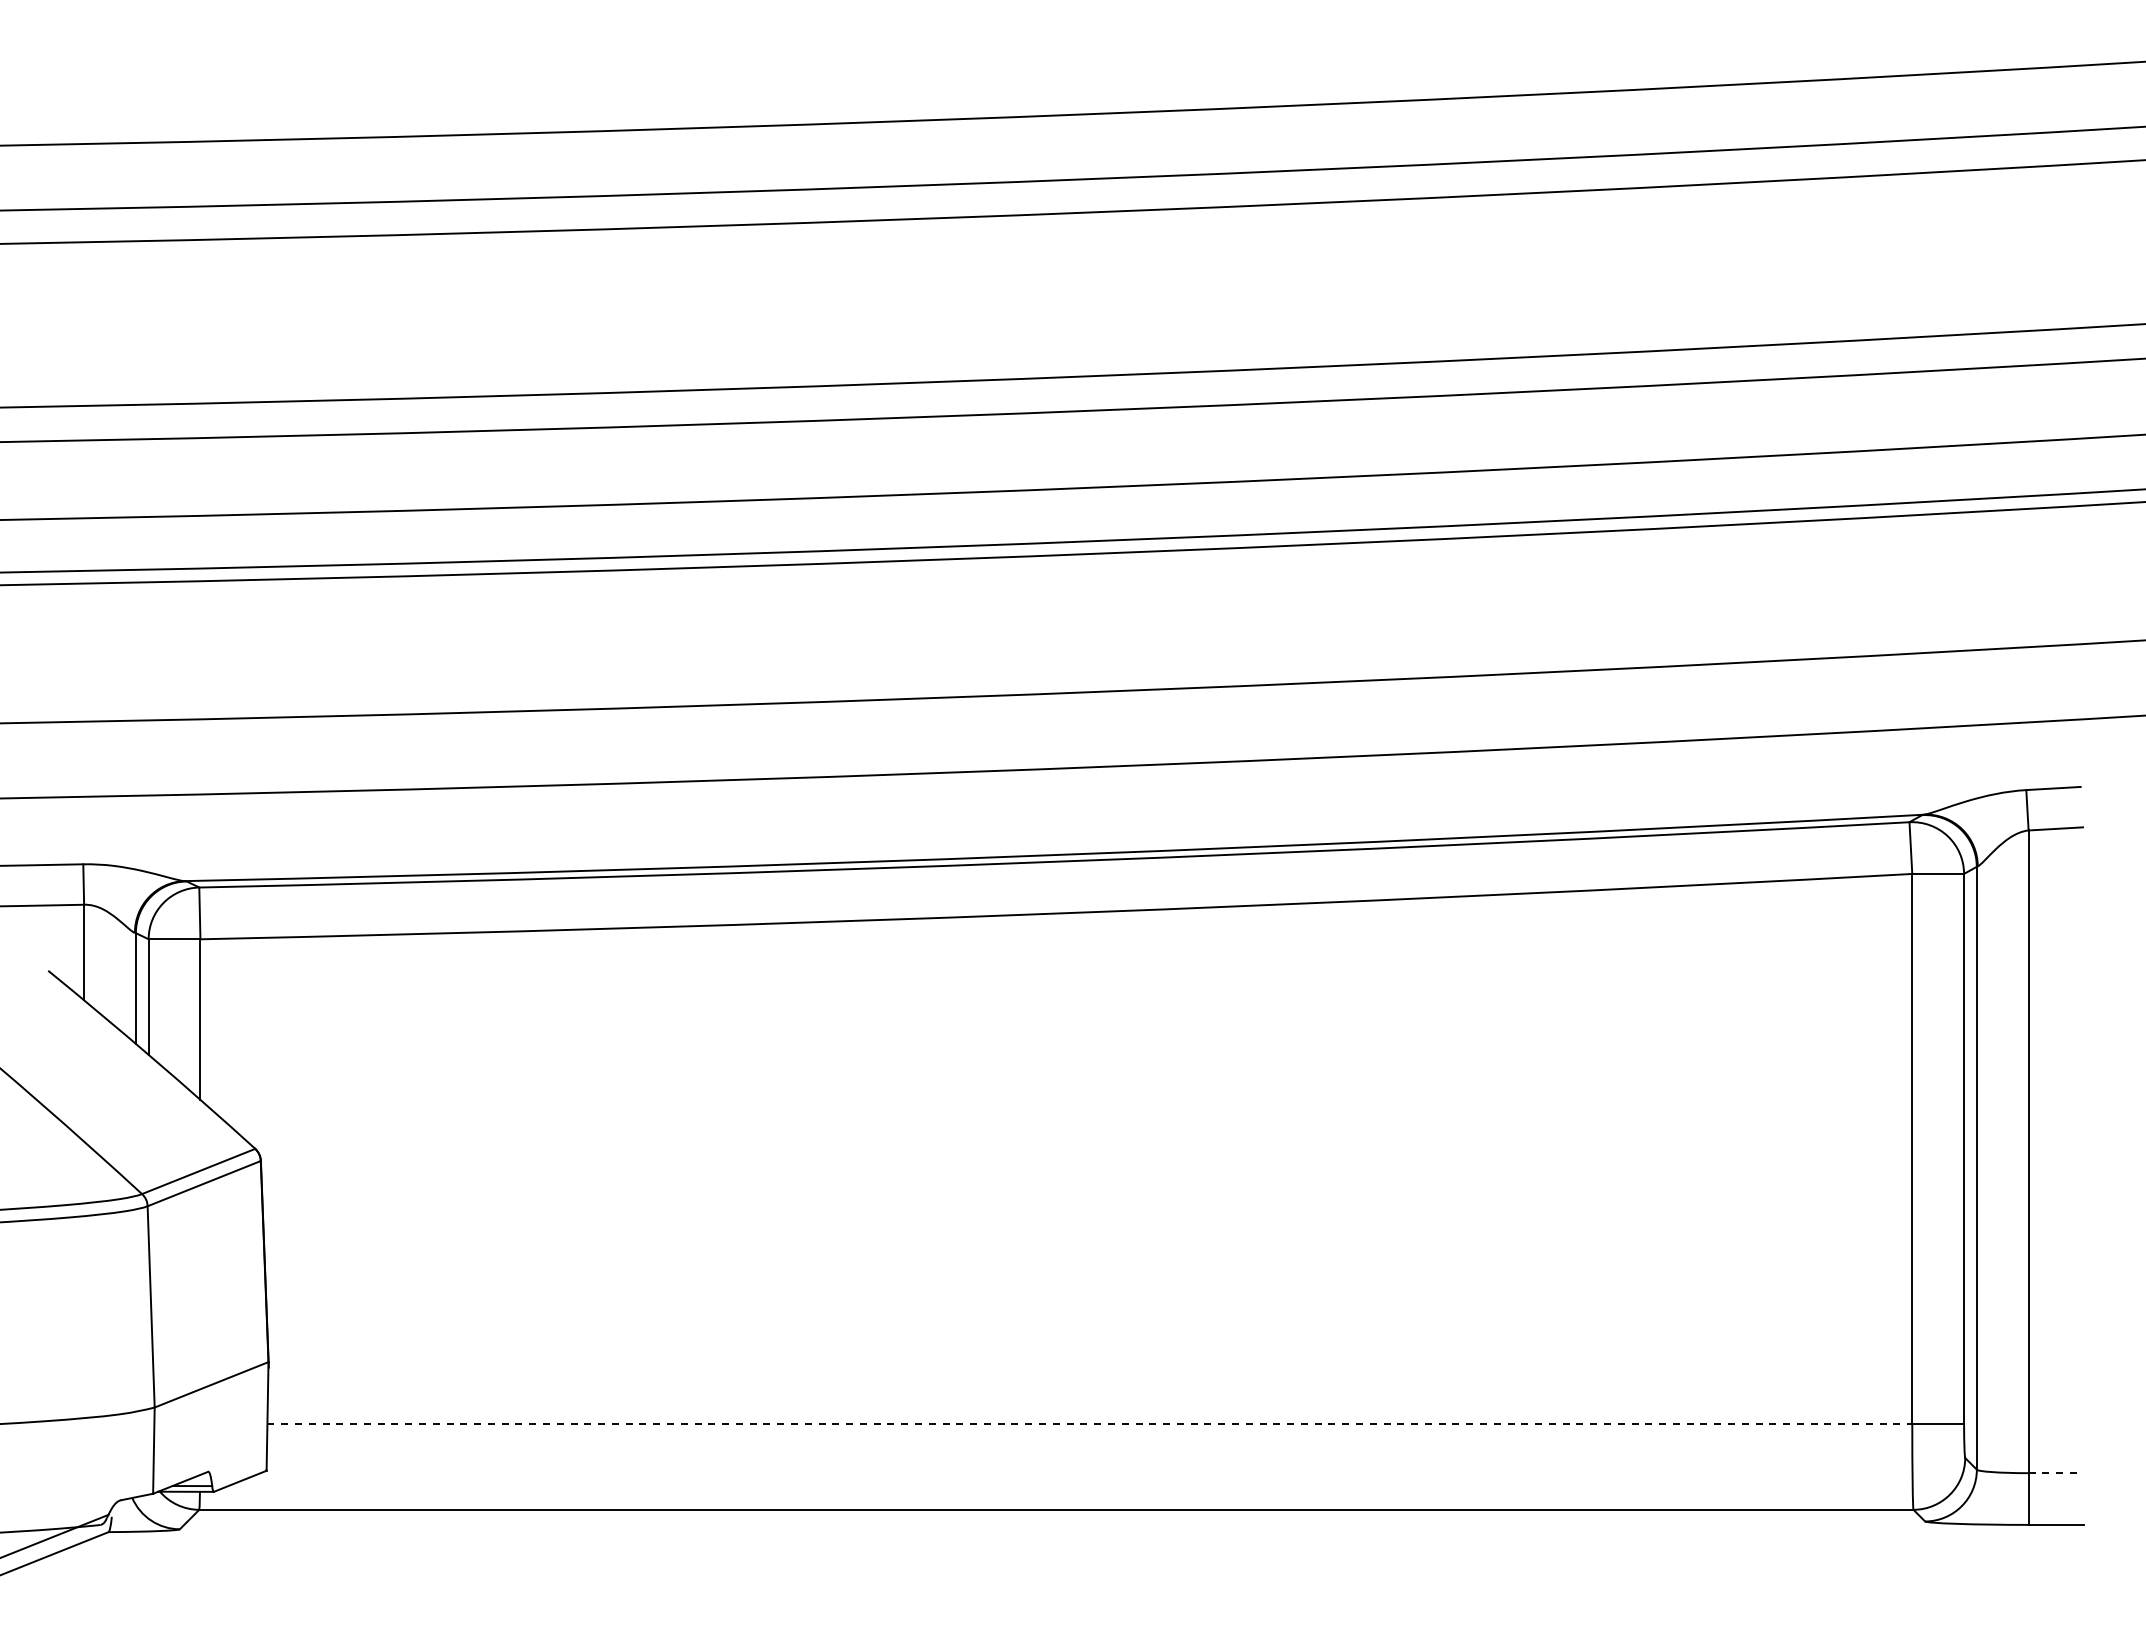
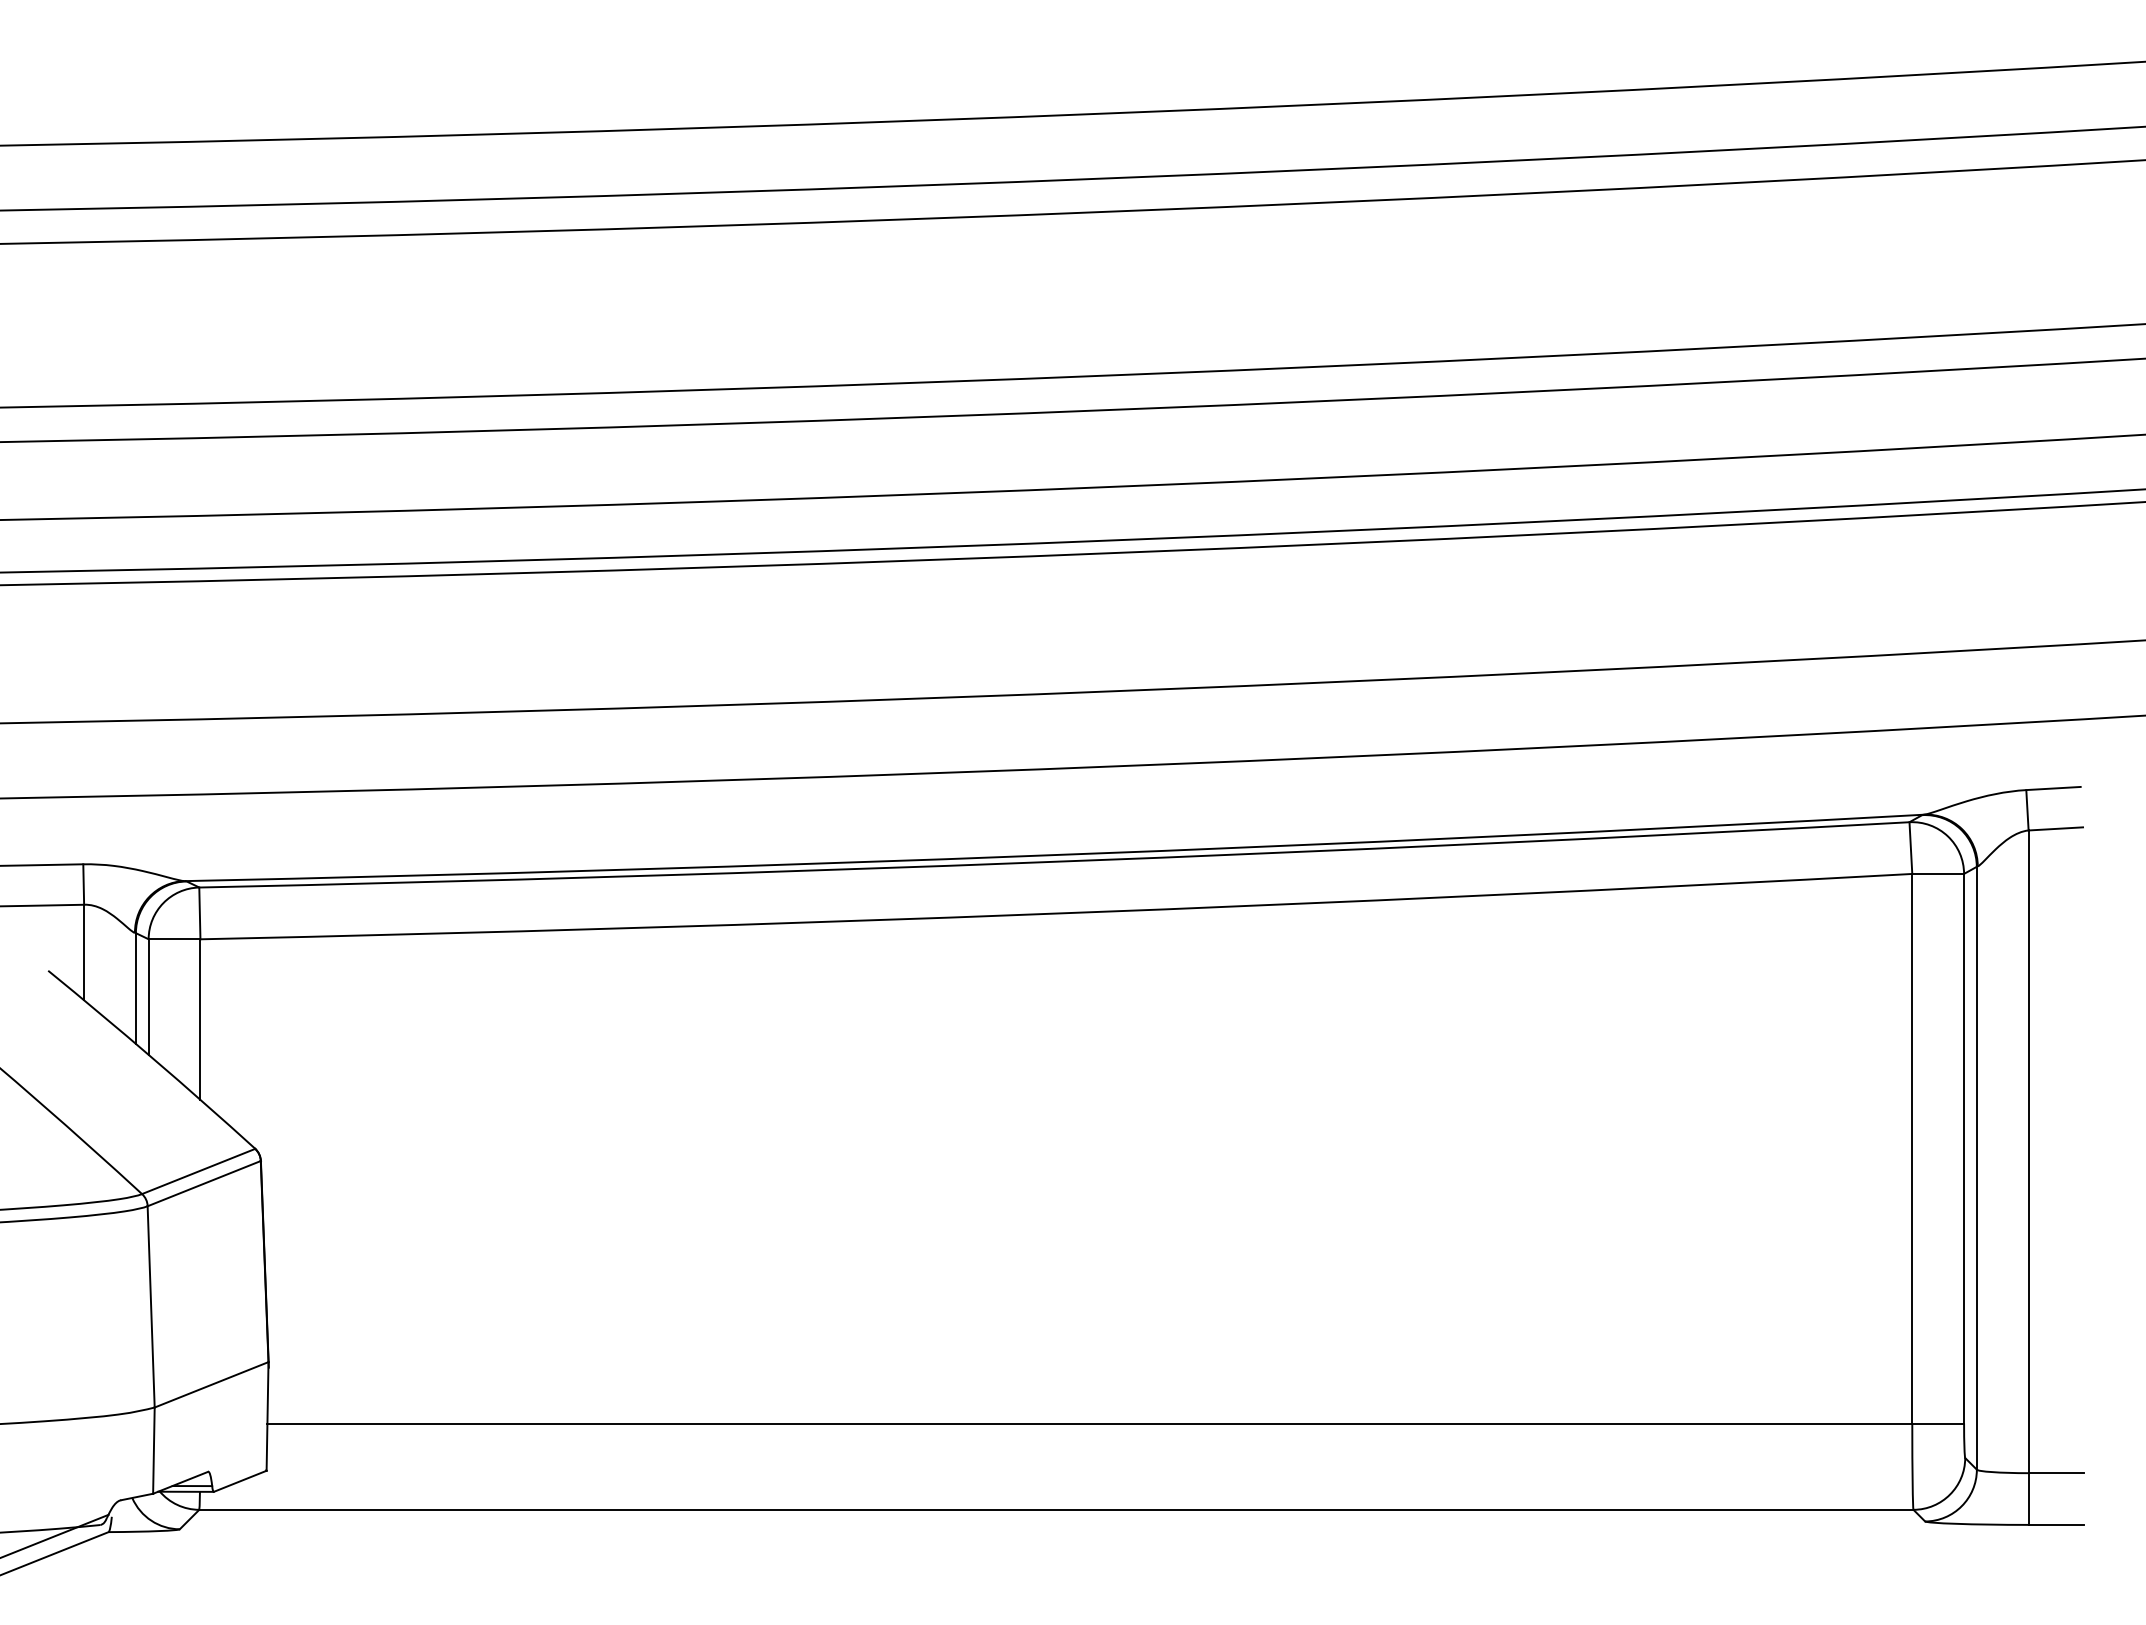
line at (1090, 1423): dashed -> solid
line at (2056, 1473): dashed -> solid
